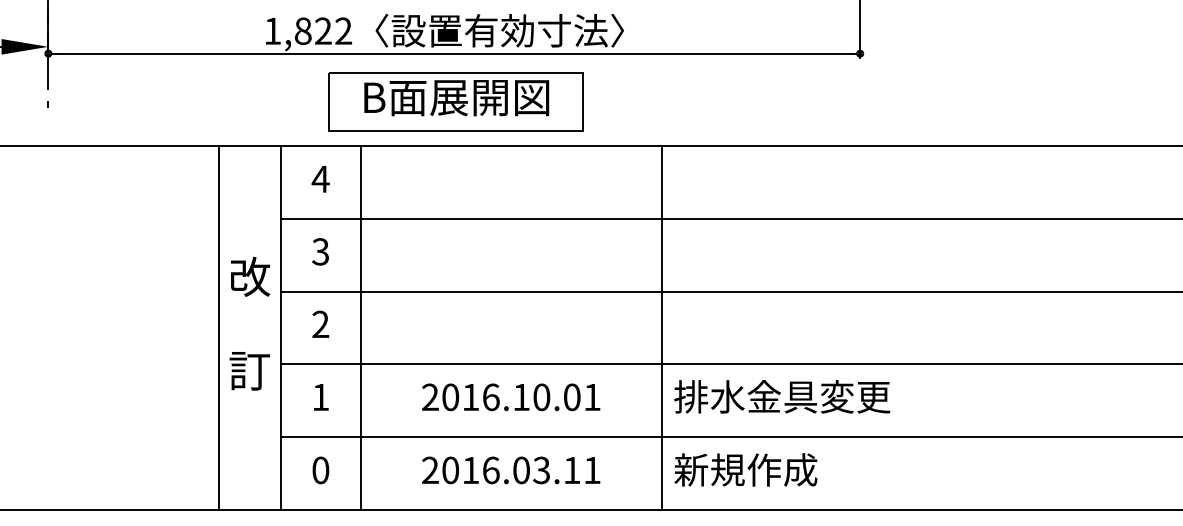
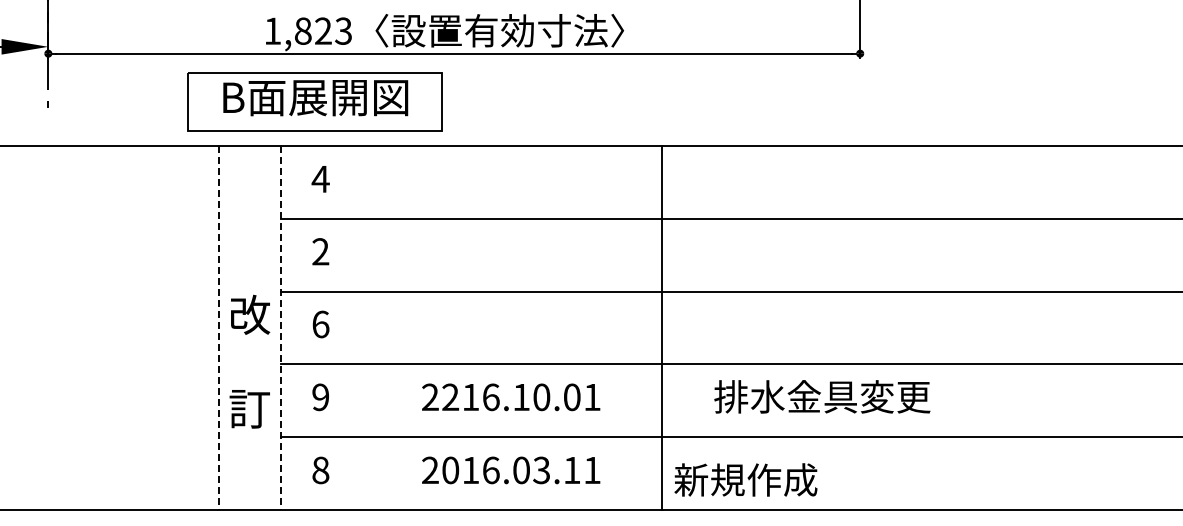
text at (343, 31): 1,822 -> 1,823
part at (455, 101) position: (455, 101) -> (314, 101)
text at (320, 251): 3 -> 2
text at (249, 323) position: (249, 323) -> (249, 361)
text at (320, 324): 2 -> 6
line at (219, 328): solid -> dashed
line at (280, 328): solid -> dashed
line at (361, 328): present -> none
text at (782, 396) position: (782, 396) -> (822, 396)
text at (320, 397): 1 -> 9
text at (450, 397): 2016.10.01 -> 2216.10.01
text at (745, 469) position: (745, 469) -> (745, 479)
text at (320, 470): 0 -> 8
